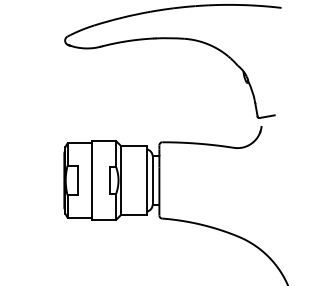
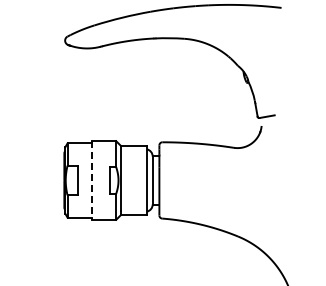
line at (91, 181): solid -> dashed
